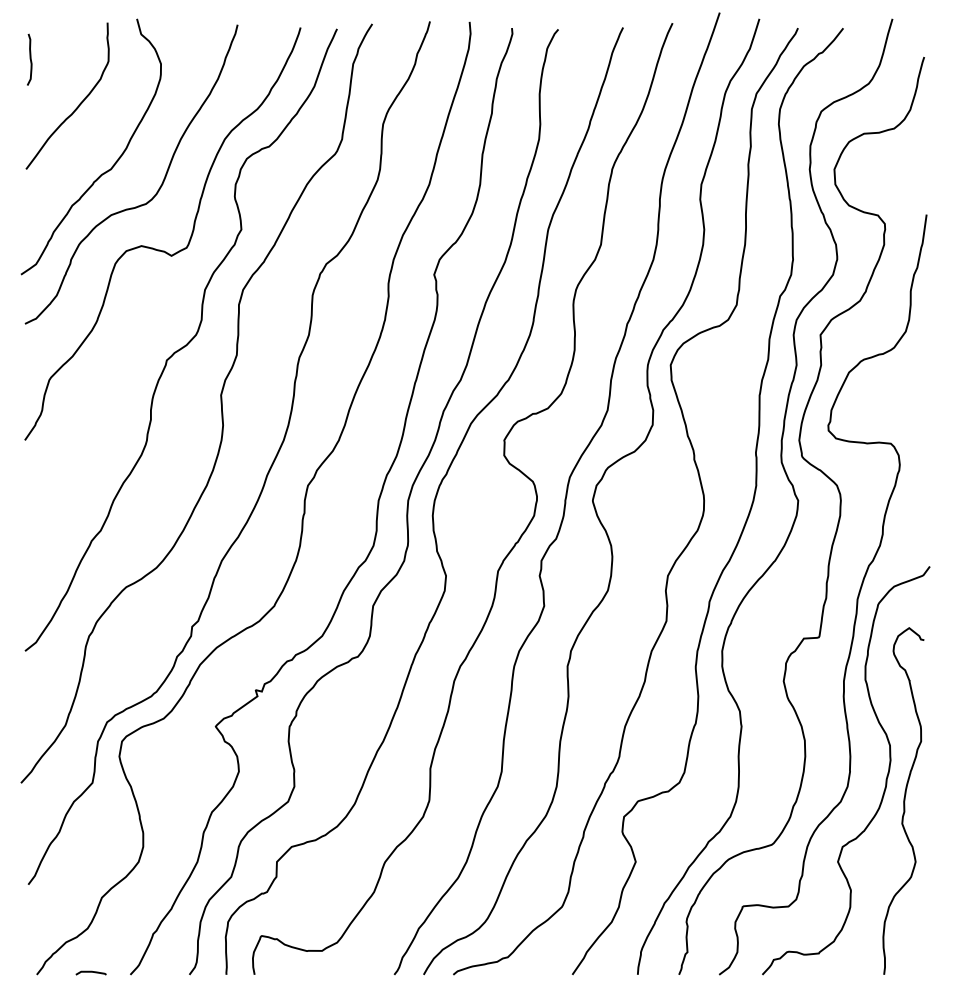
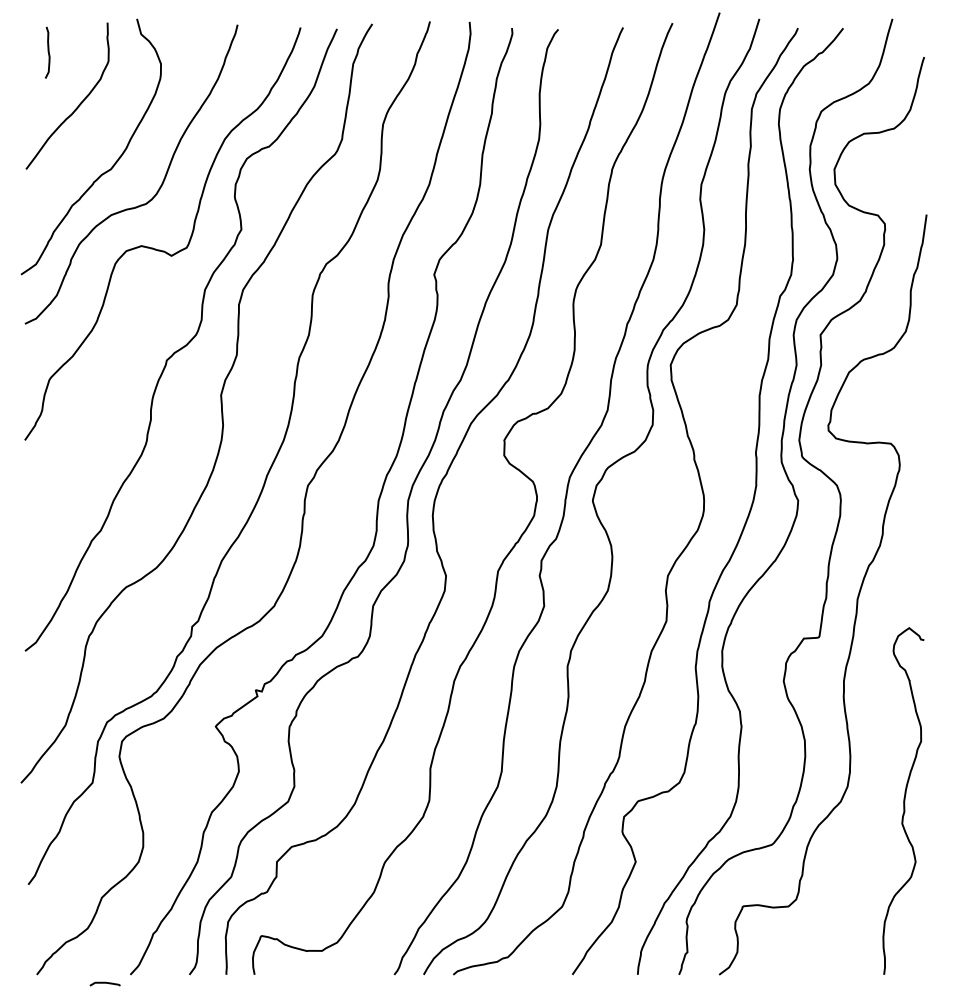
curve at (29, 59) position: (29, 59) -> (47, 52)
curve at (885, 779): present -> none
curve at (90, 972) position: (90, 972) -> (104, 983)
